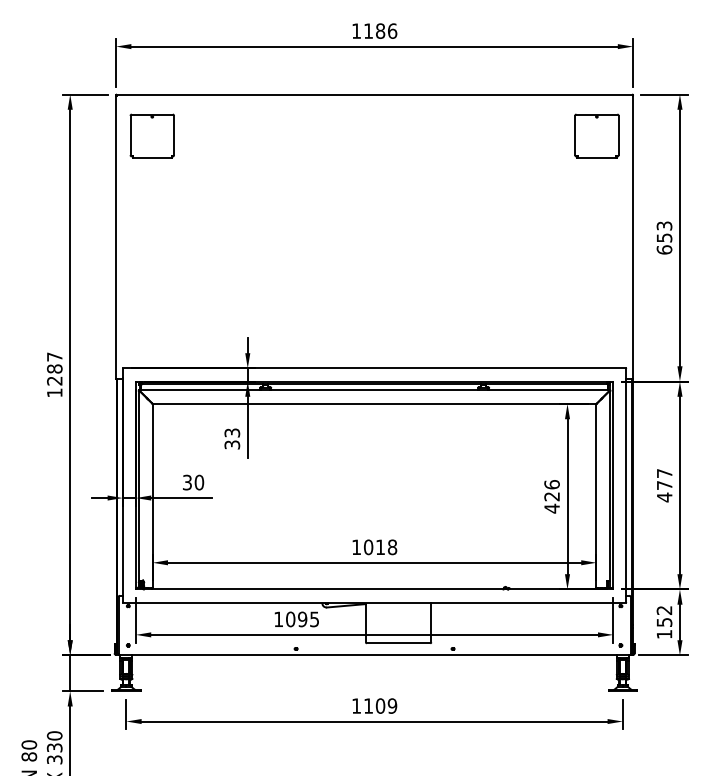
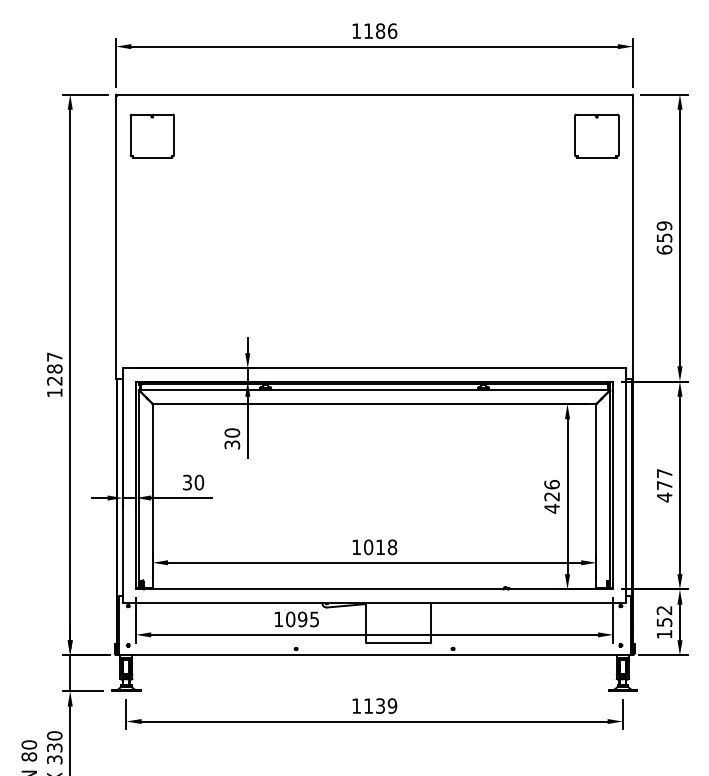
text at (664, 225): 653 -> 659
text at (232, 432): 33 -> 30
text at (380, 705): 1109 -> 1139
